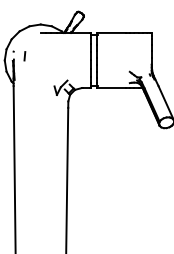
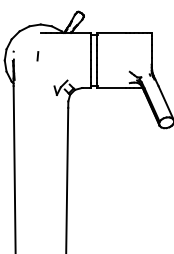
line at (24, 56) position: (24, 56) -> (37, 56)
